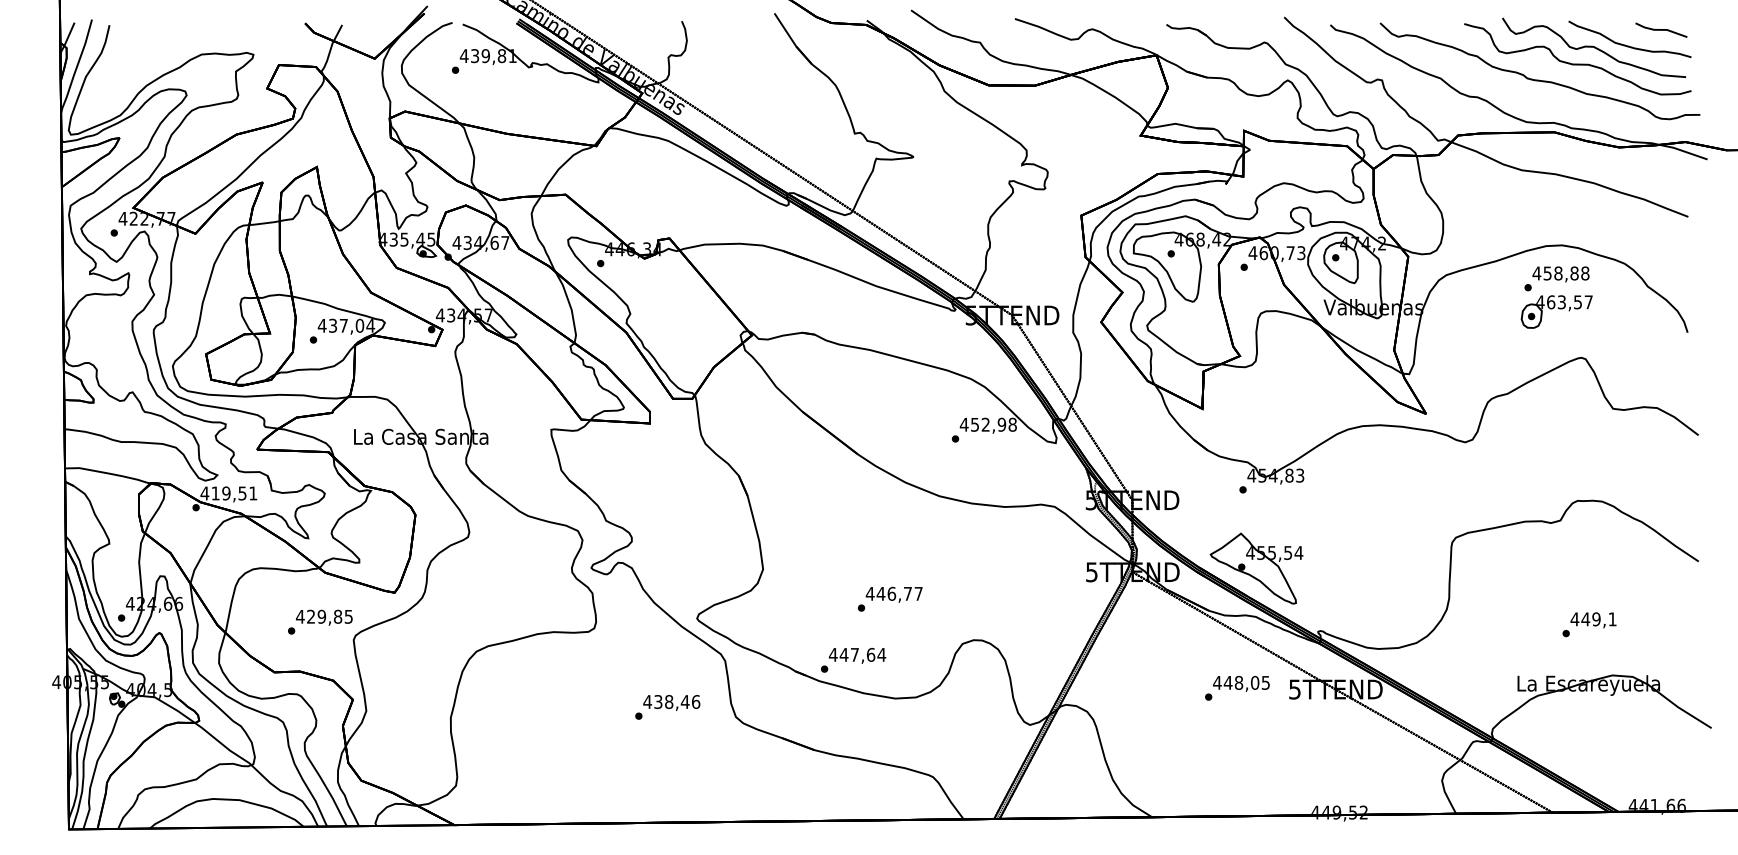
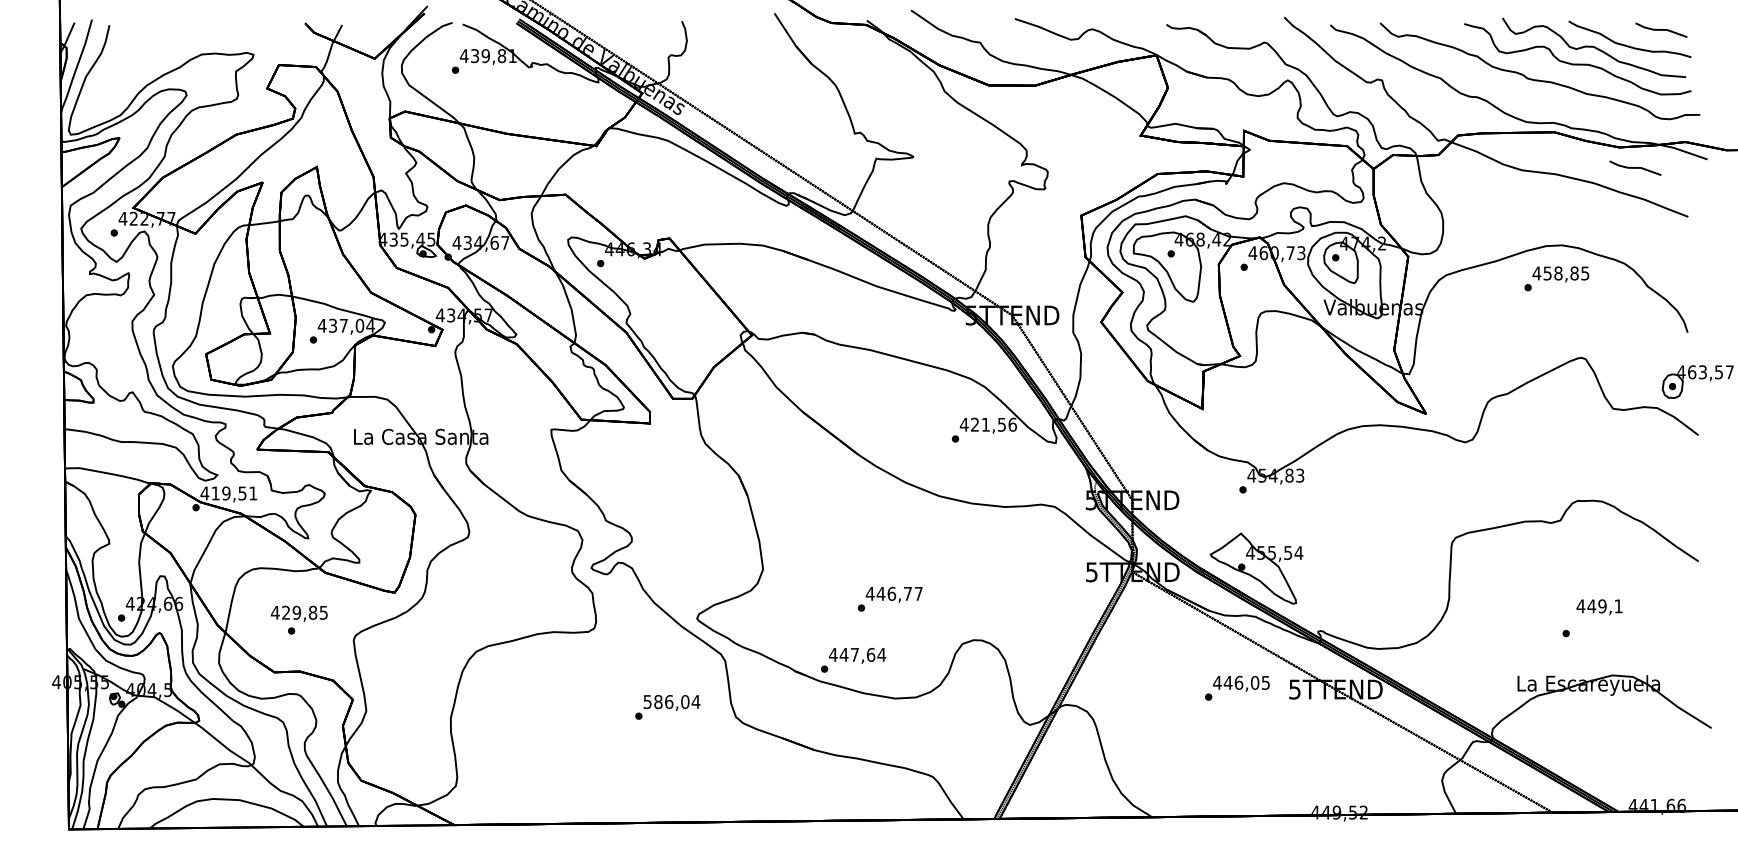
line at (1635, 167): none -> present
text at (1585, 273): 458,88 -> 458,85
part at (1556, 311) position: (1556, 311) -> (1697, 381)
text at (993, 424): 452,98 -> 421,56
text at (324, 617) position: (324, 617) -> (299, 613)
text at (1593, 620) position: (1593, 620) -> (1599, 607)
text at (1238, 682): 448,05 -> 446,05
text at (671, 702): 438,46 -> 586,04
